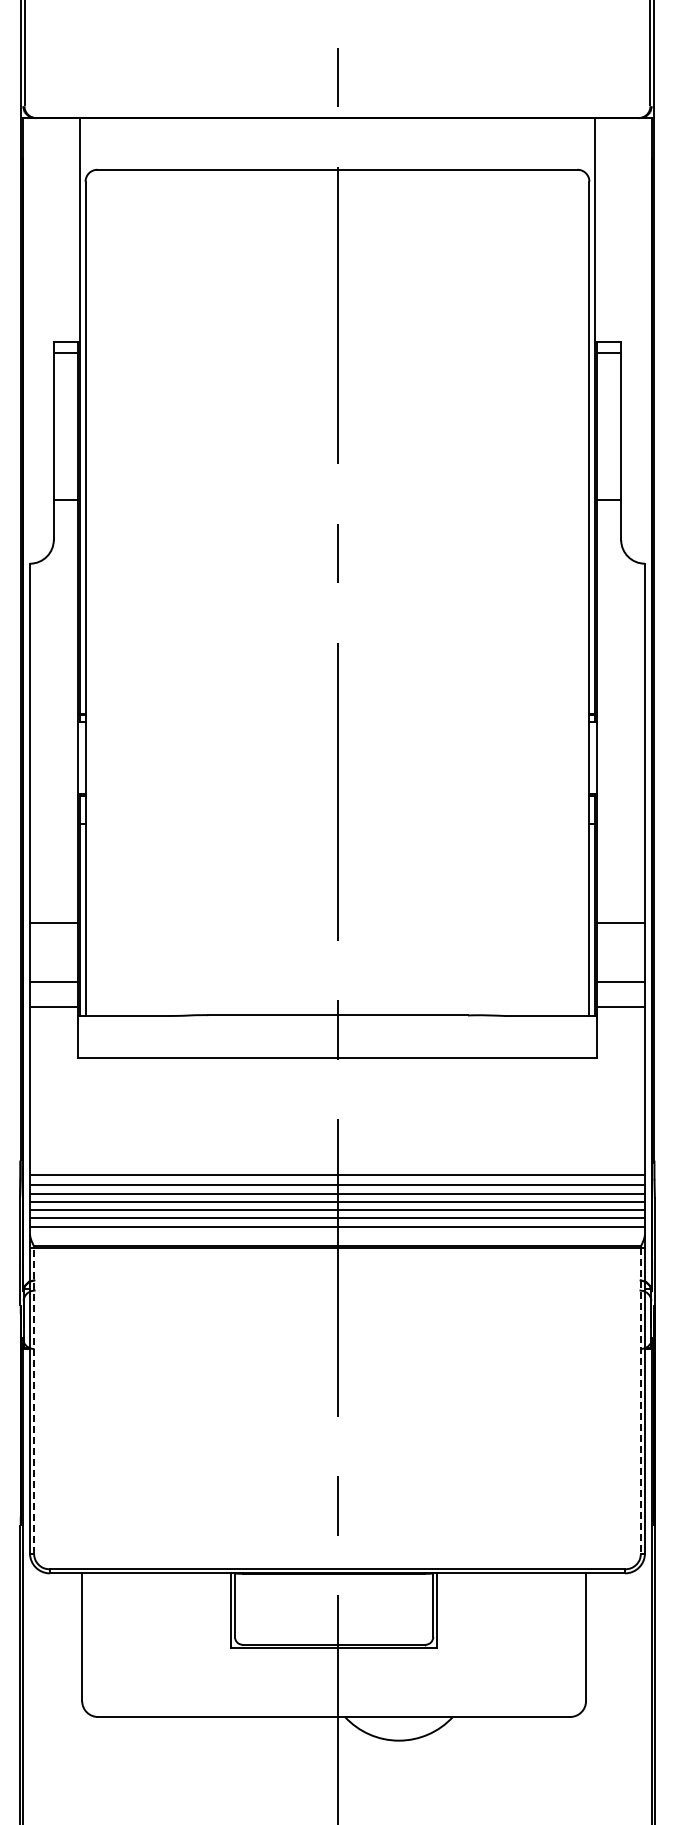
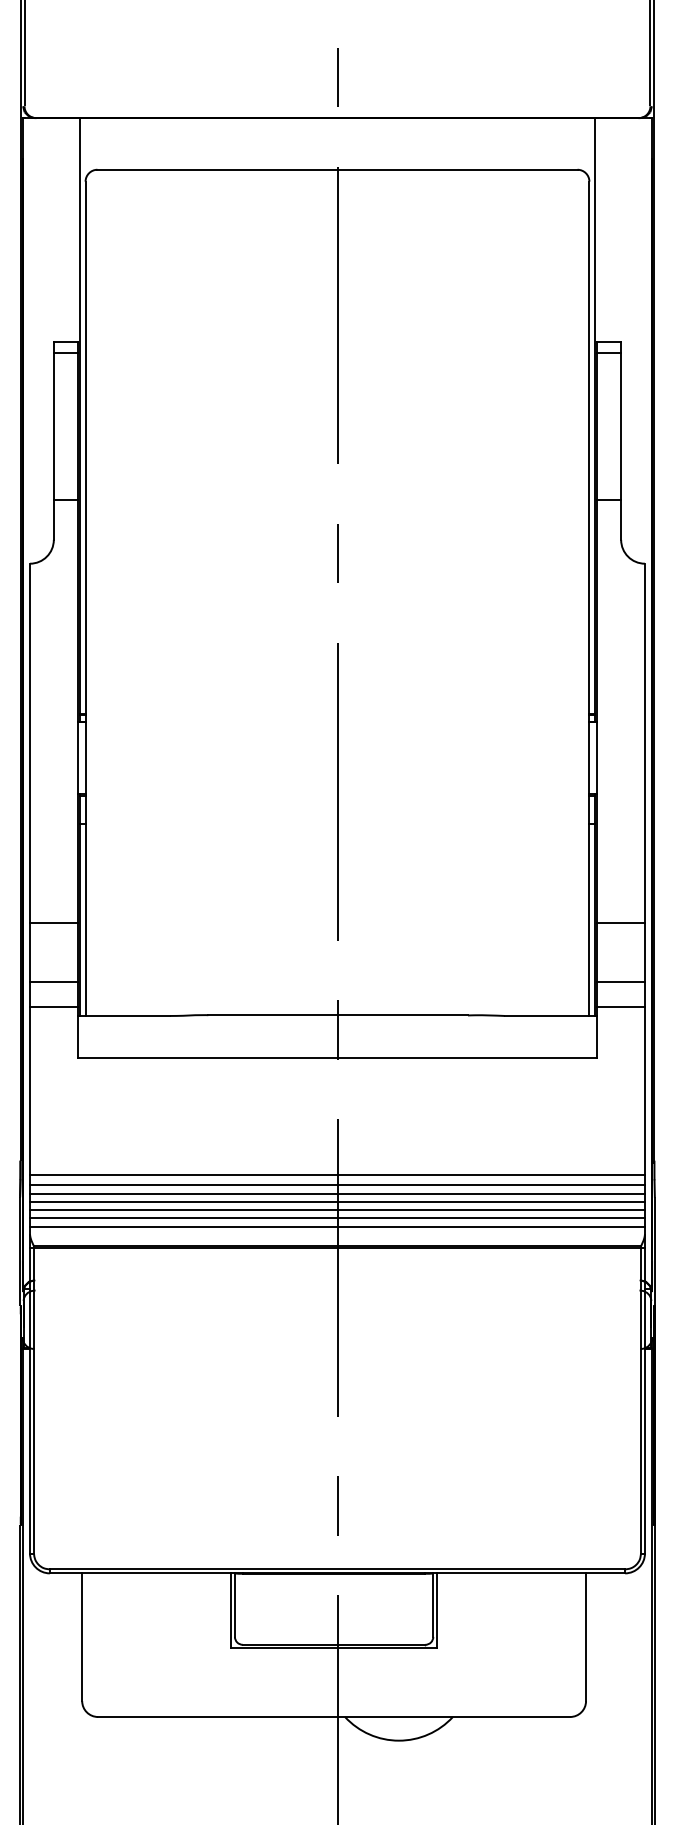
line at (34, 1400): dashed -> solid
line at (640, 1400): dashed -> solid
